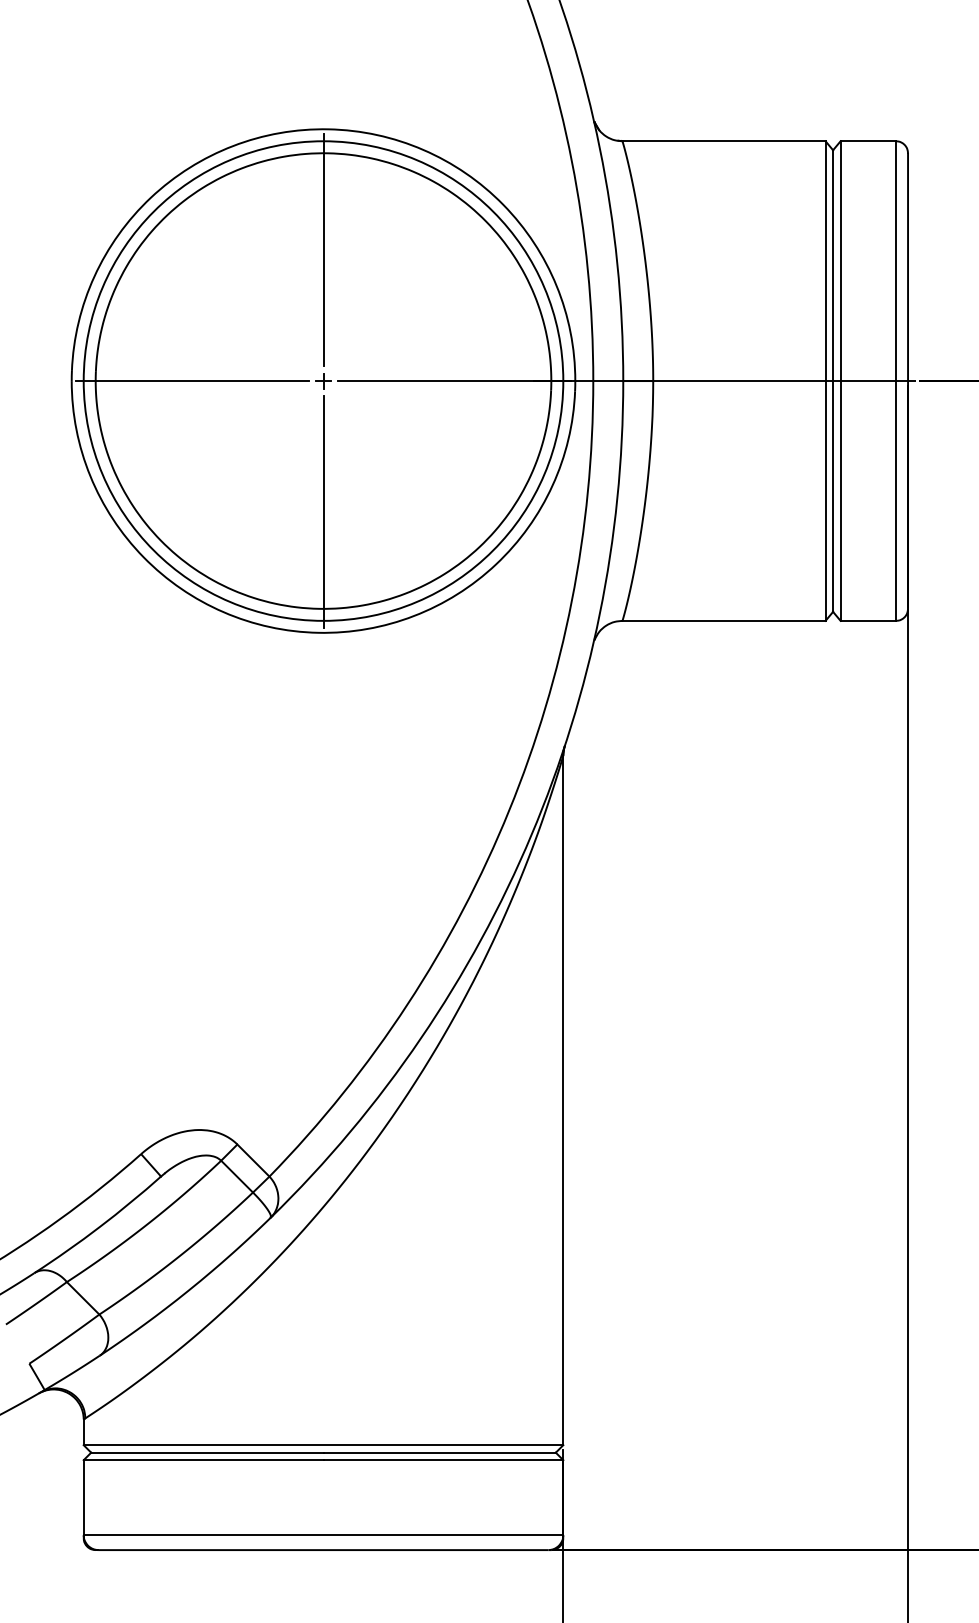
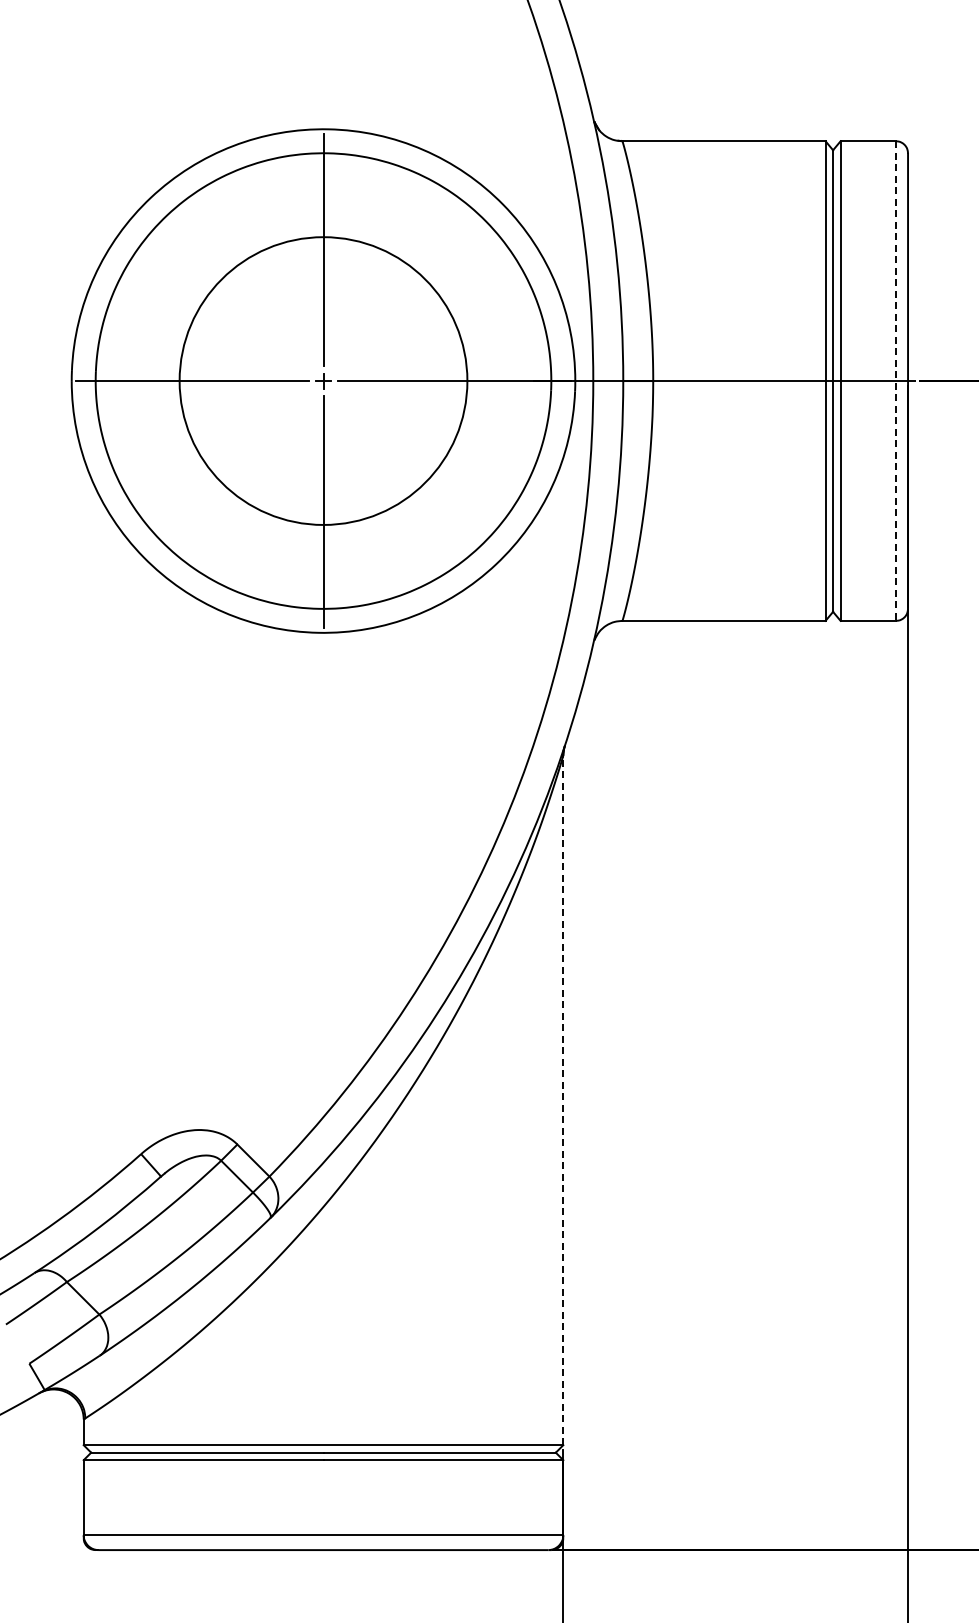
circle at (323, 380) diameter: 480 px -> 288 px
line at (896, 381): solid -> dashed
line at (563, 1100): solid -> dashed
